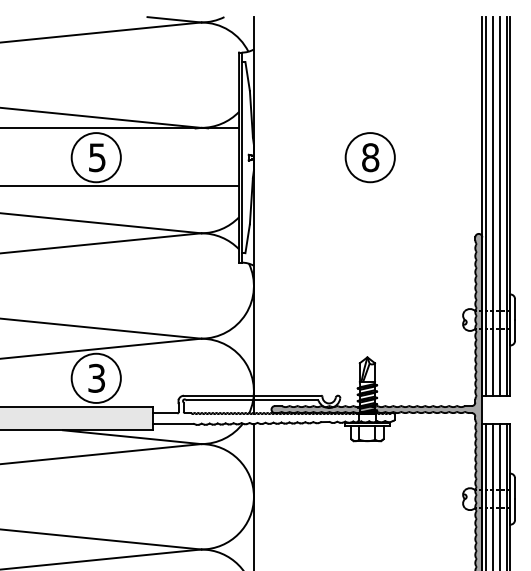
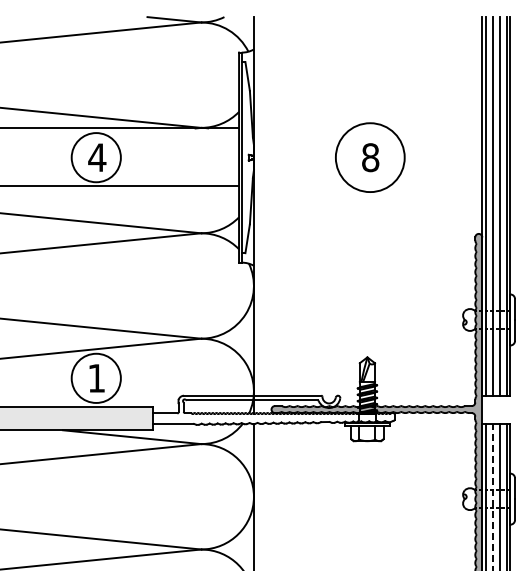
text at (97, 157): 5 -> 4
circle at (369, 157) diameter: 49 px -> 69 px
text at (96, 377): 3 -> 1
line at (492, 496): solid -> dashed
